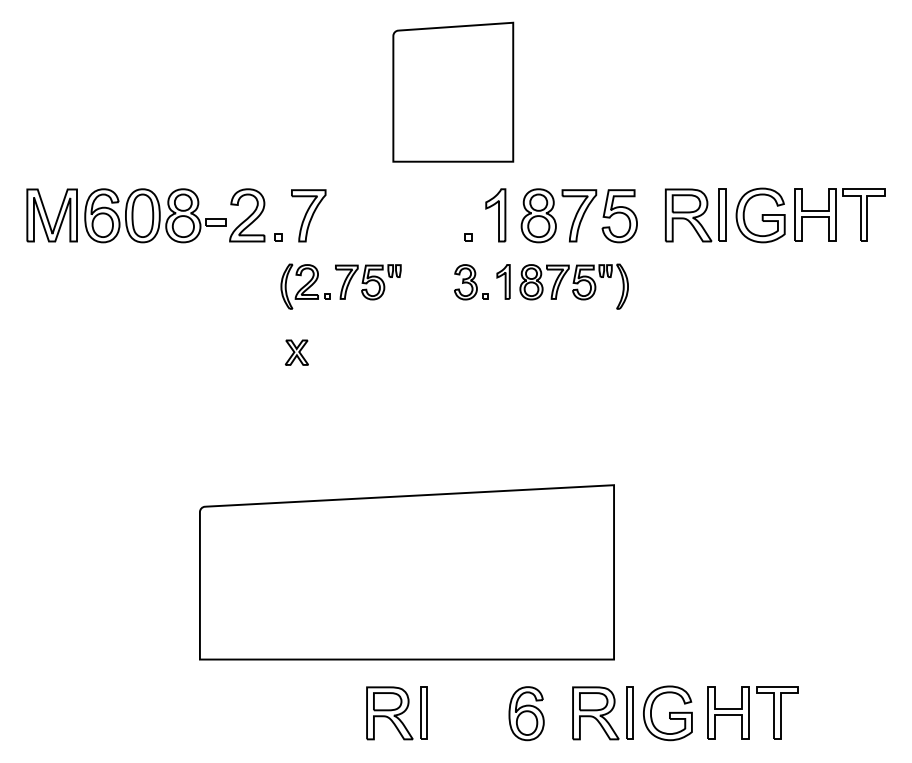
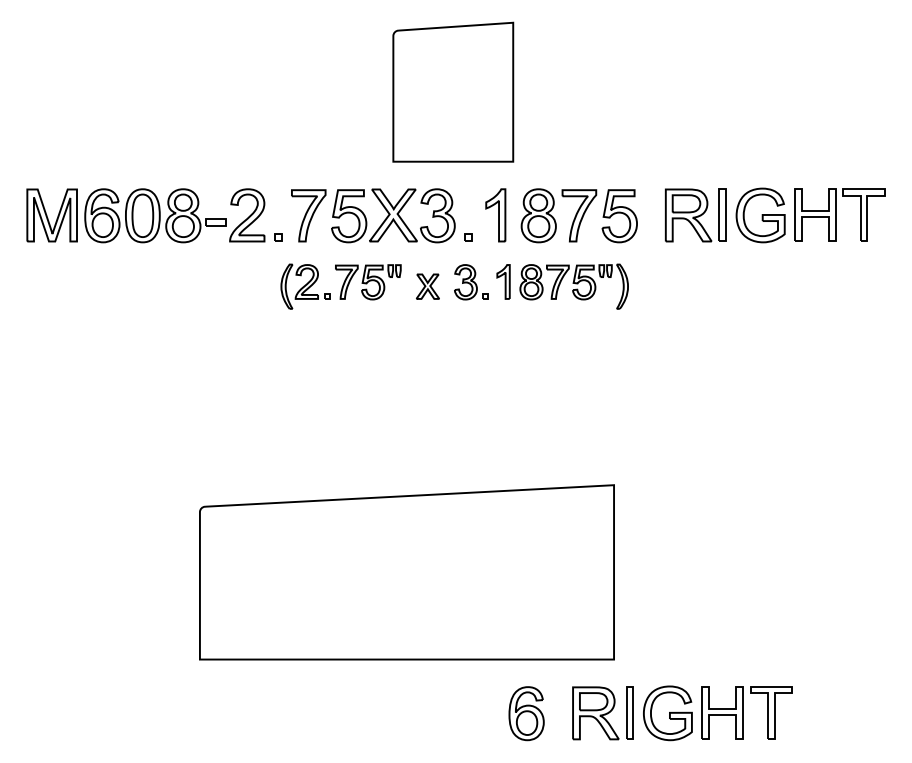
part at (393, 215): none -> present
part at (296, 352) position: (296, 352) -> (427, 286)
part at (752, 712) position: (752, 712) -> (746, 712)
part at (396, 713): present -> none
